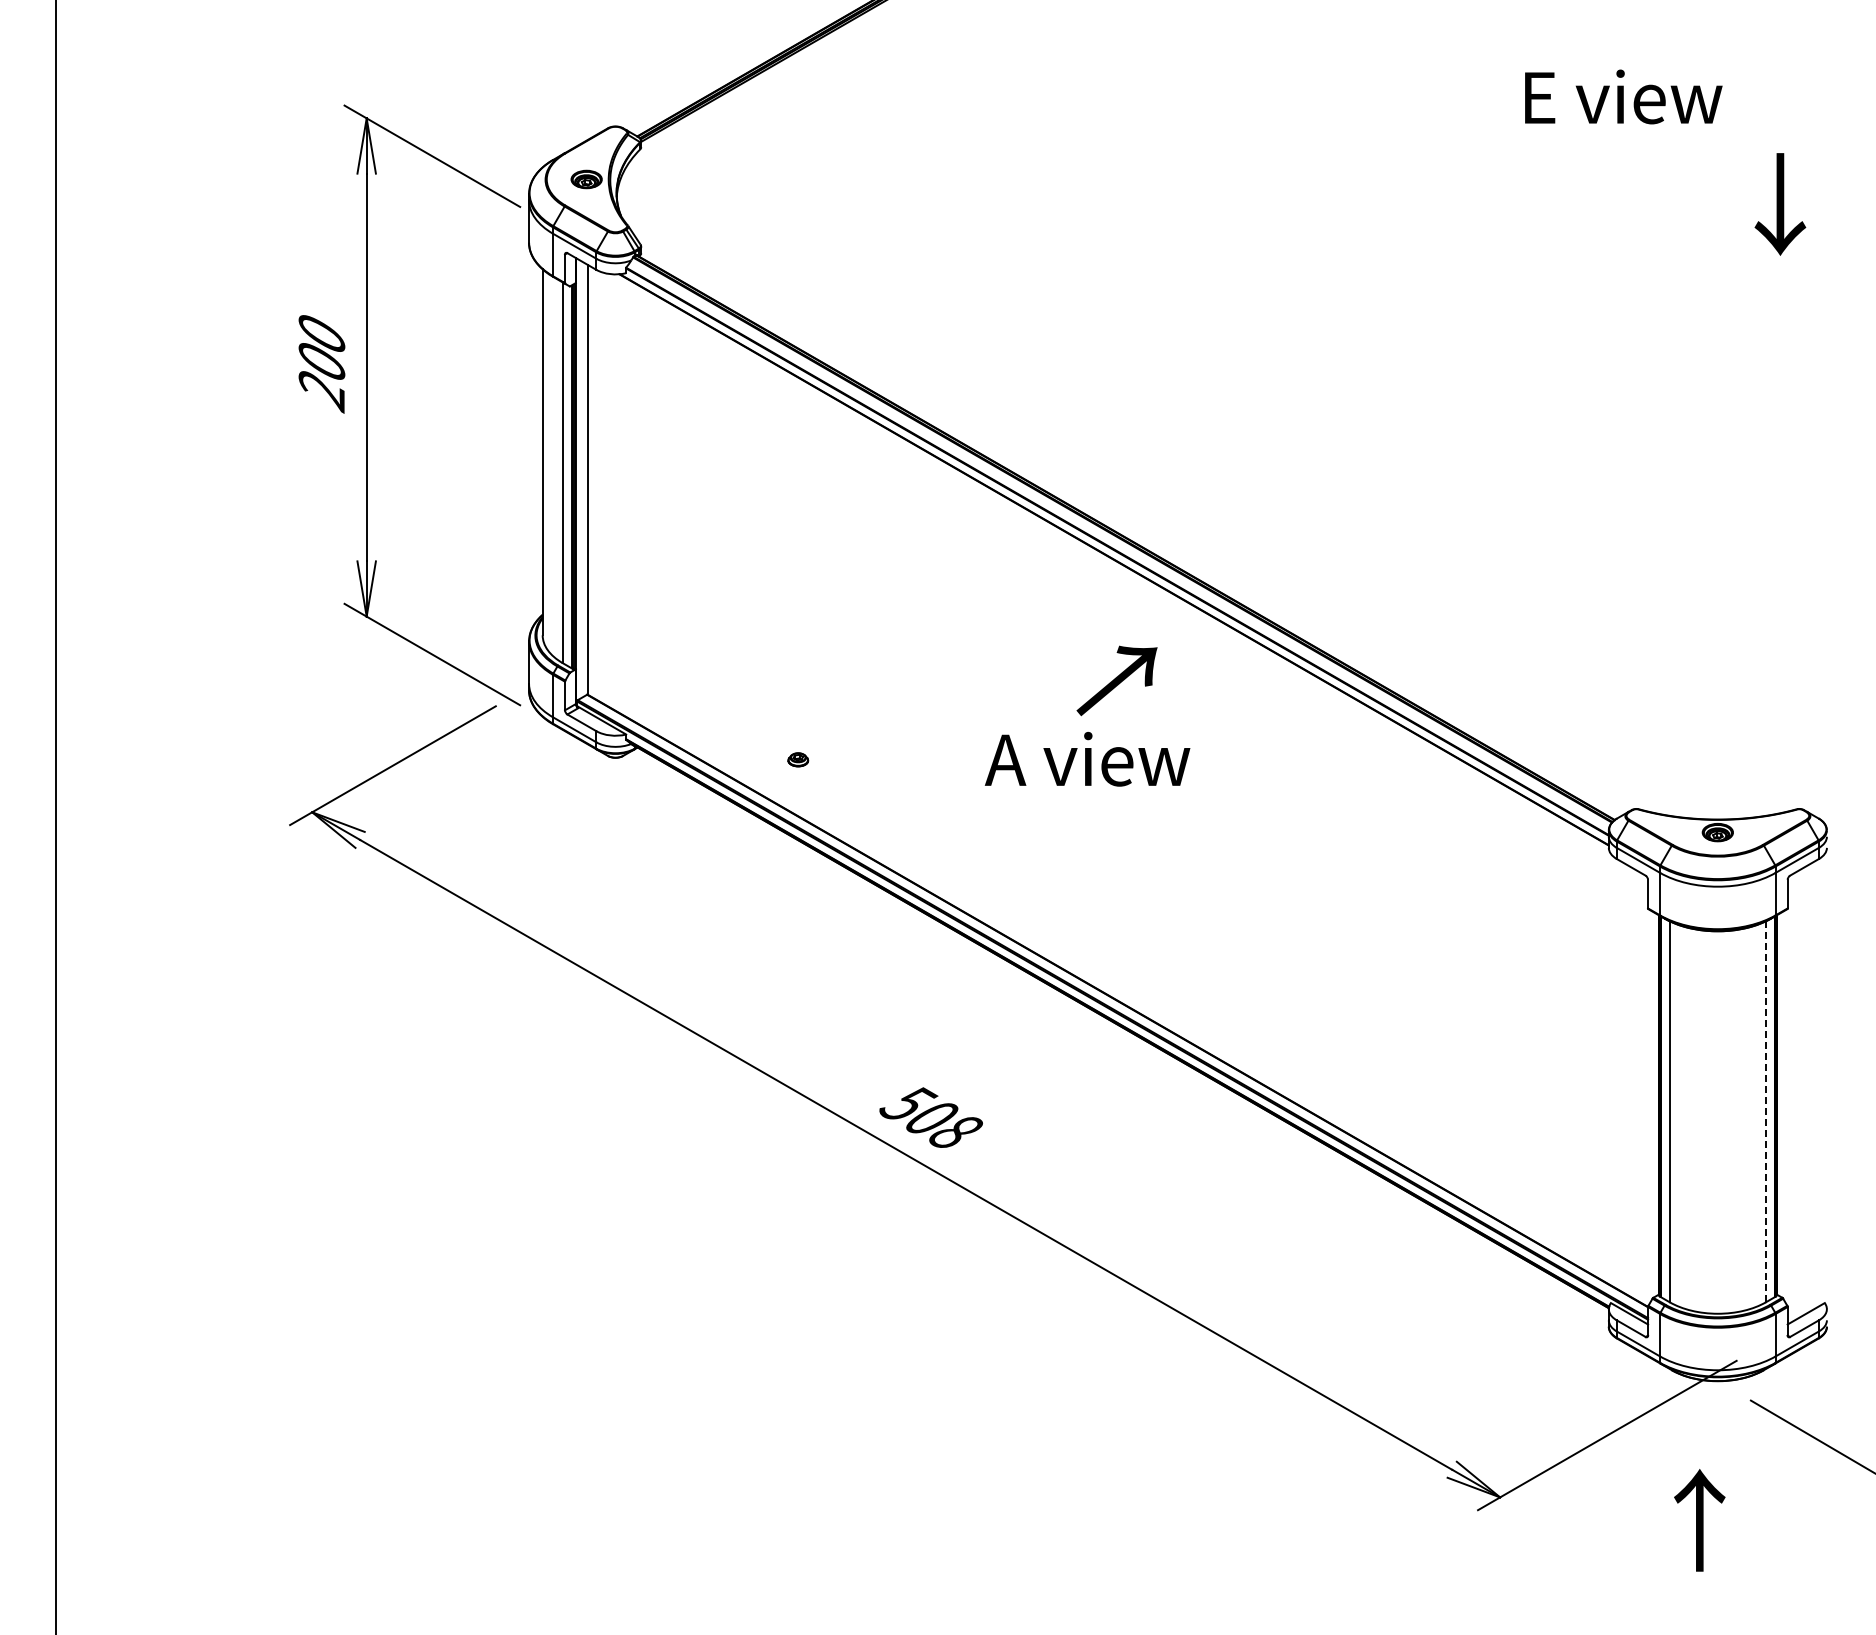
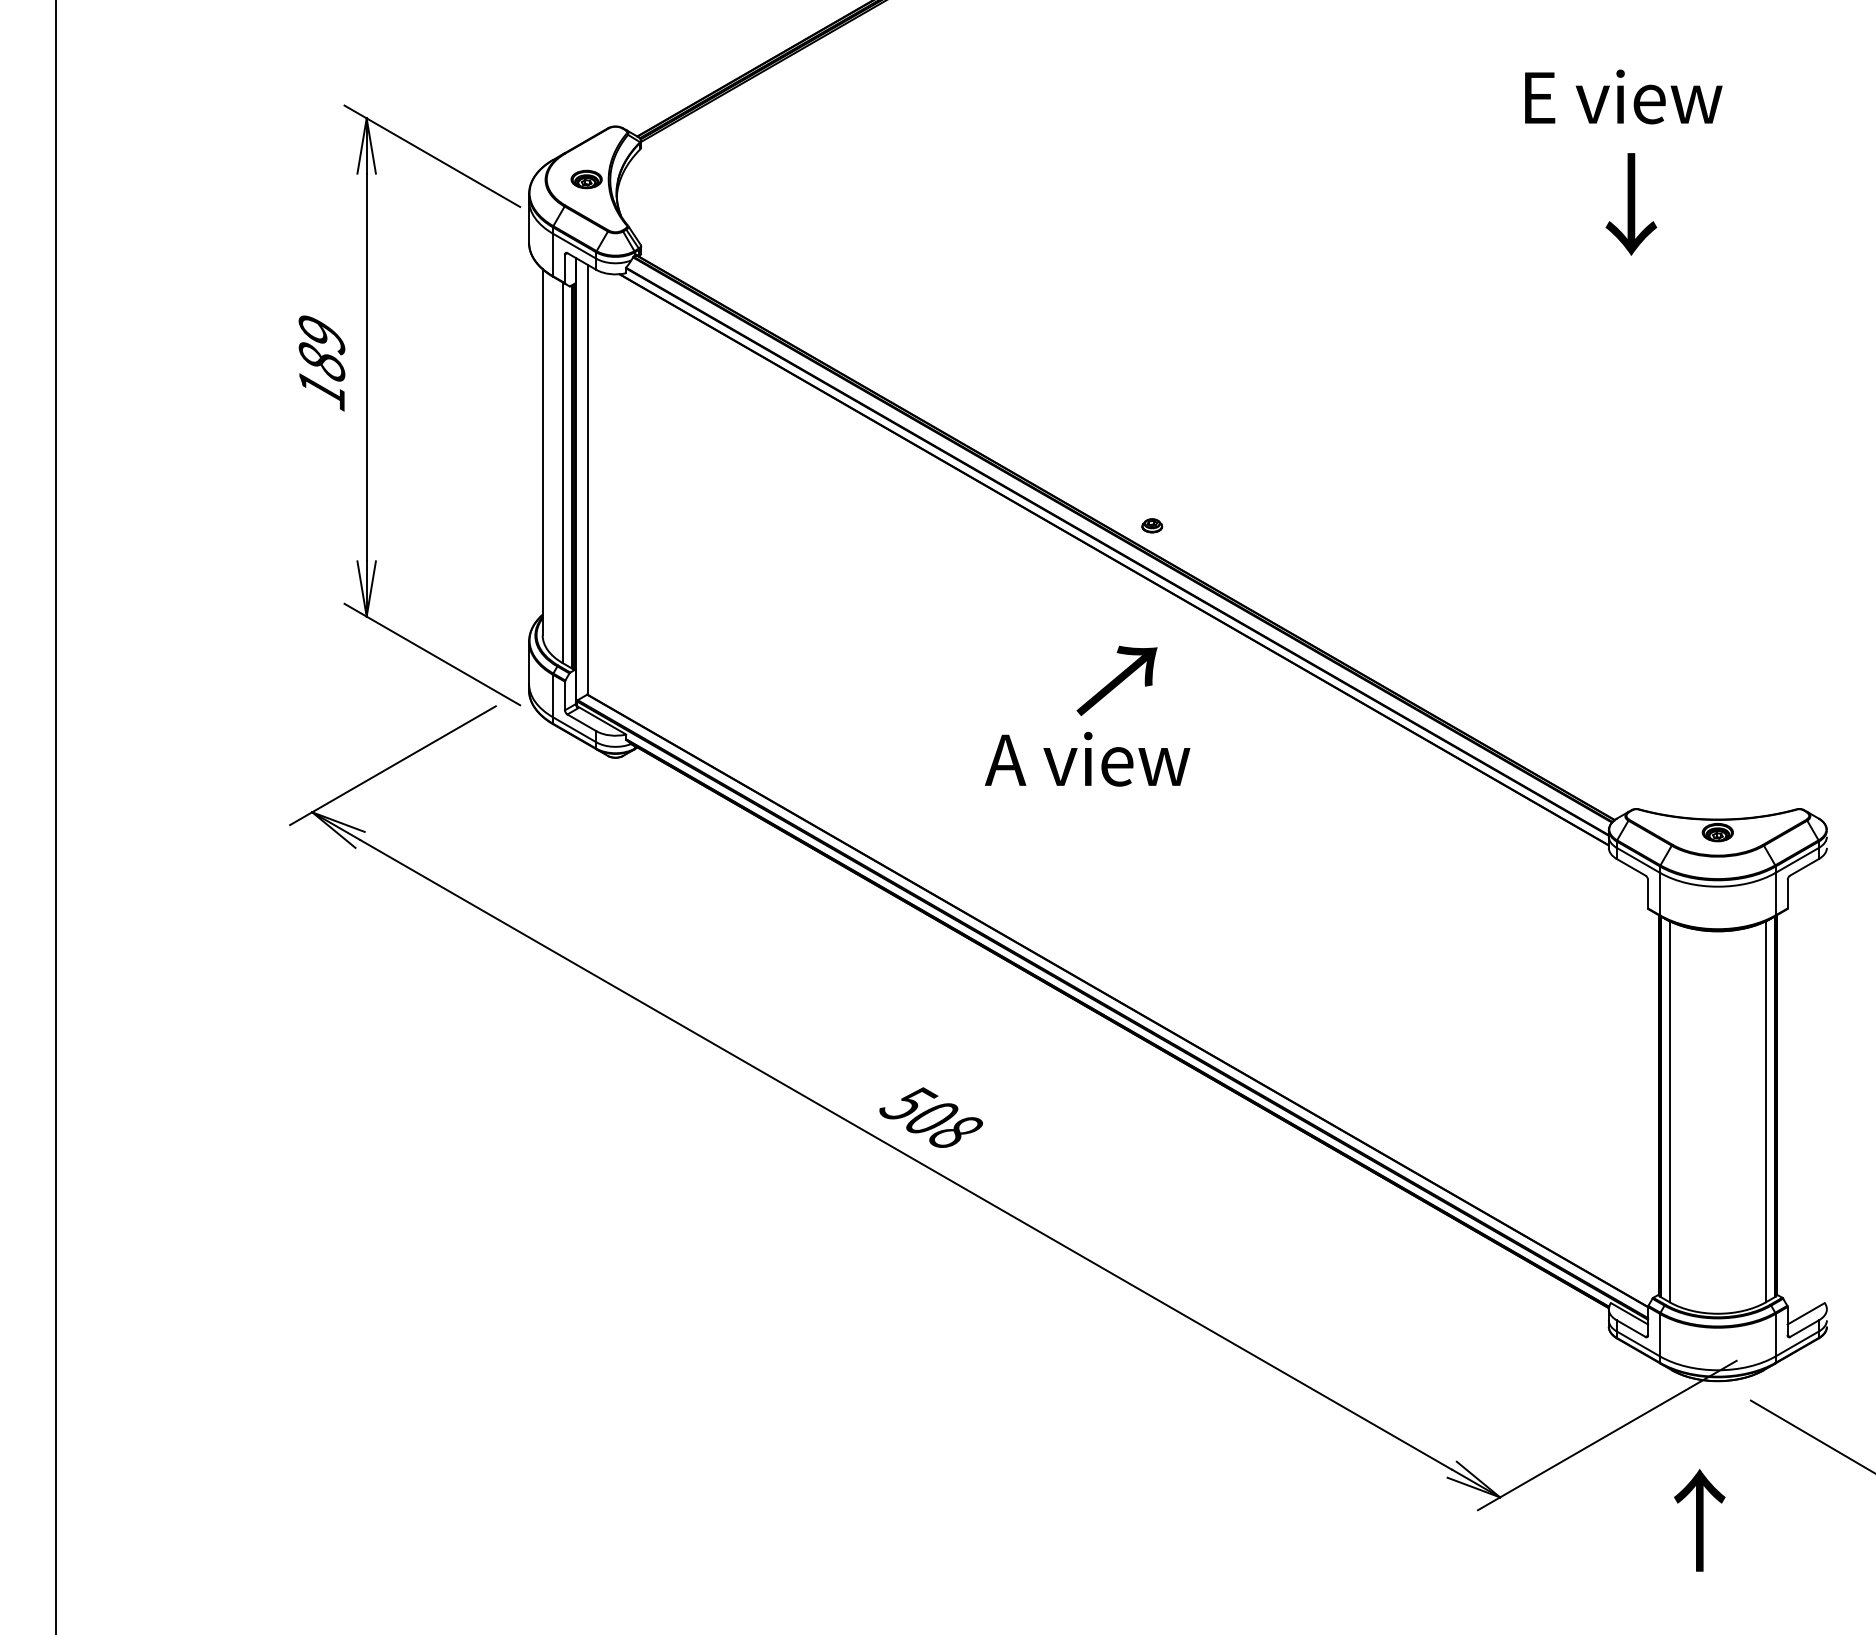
text at (1780, 204) position: (1780, 204) -> (1631, 204)
text at (321, 364): 200 -> 189
part at (798, 759) position: (798, 759) -> (1152, 525)
line at (1766, 1111): dashed -> solid
